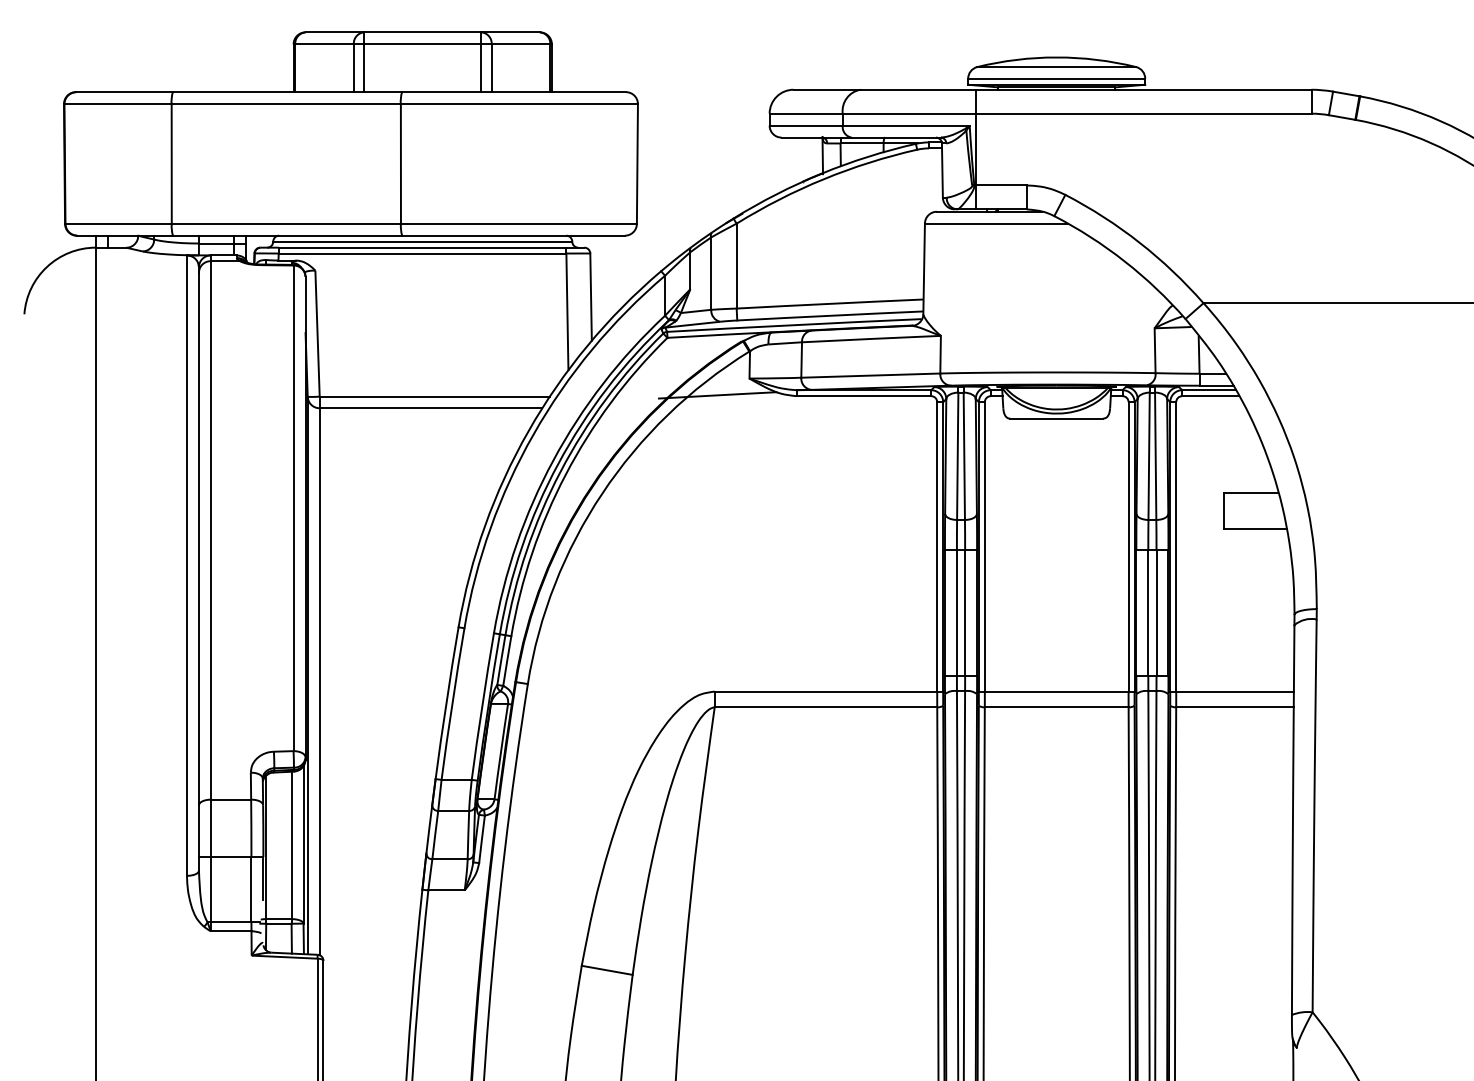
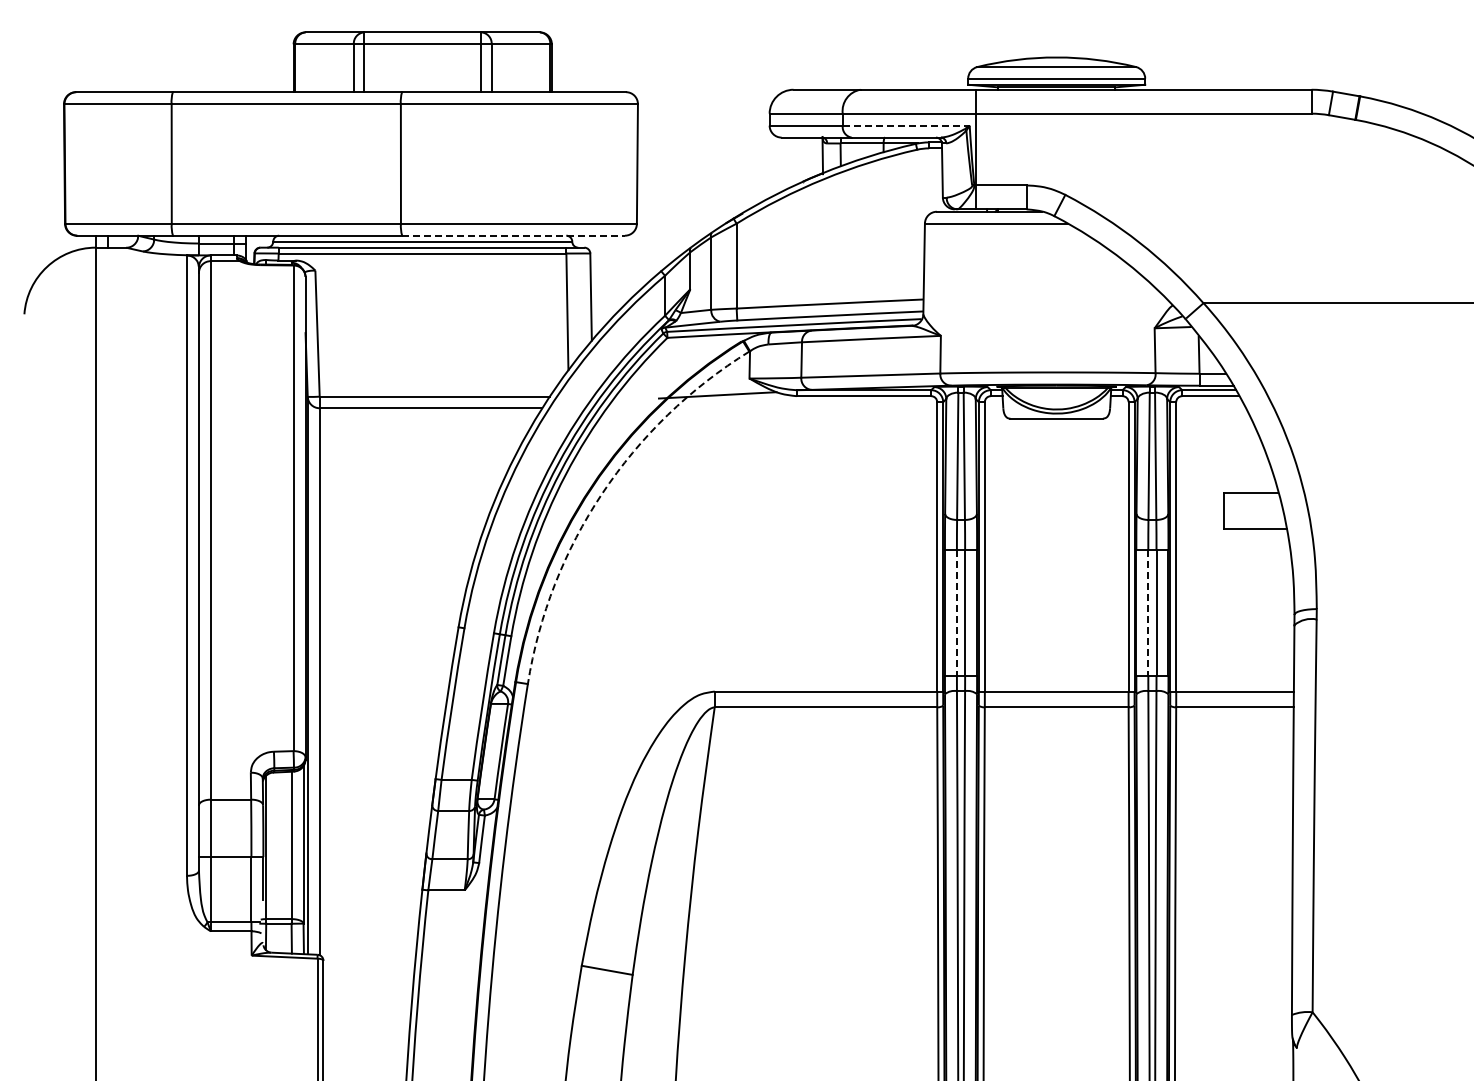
line at (906, 125): solid -> dashed
line at (514, 235): solid -> dashed
arc at (602, 493): solid -> dashed
line at (956, 612): solid -> dashed
line at (1148, 612): solid -> dashed
